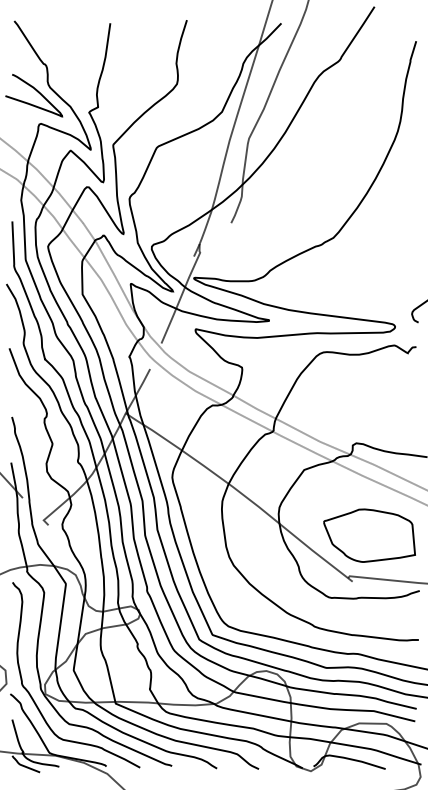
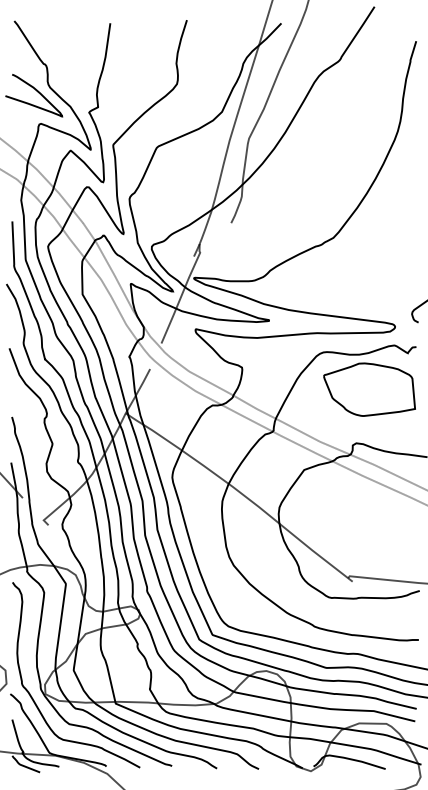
part at (369, 535) position: (369, 535) -> (369, 389)
